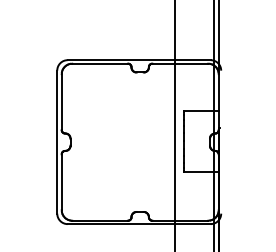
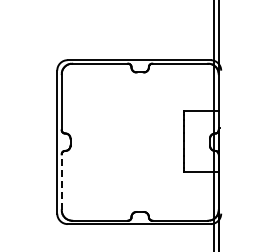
line at (175, 125): present -> none
line at (61, 182): solid -> dashed
